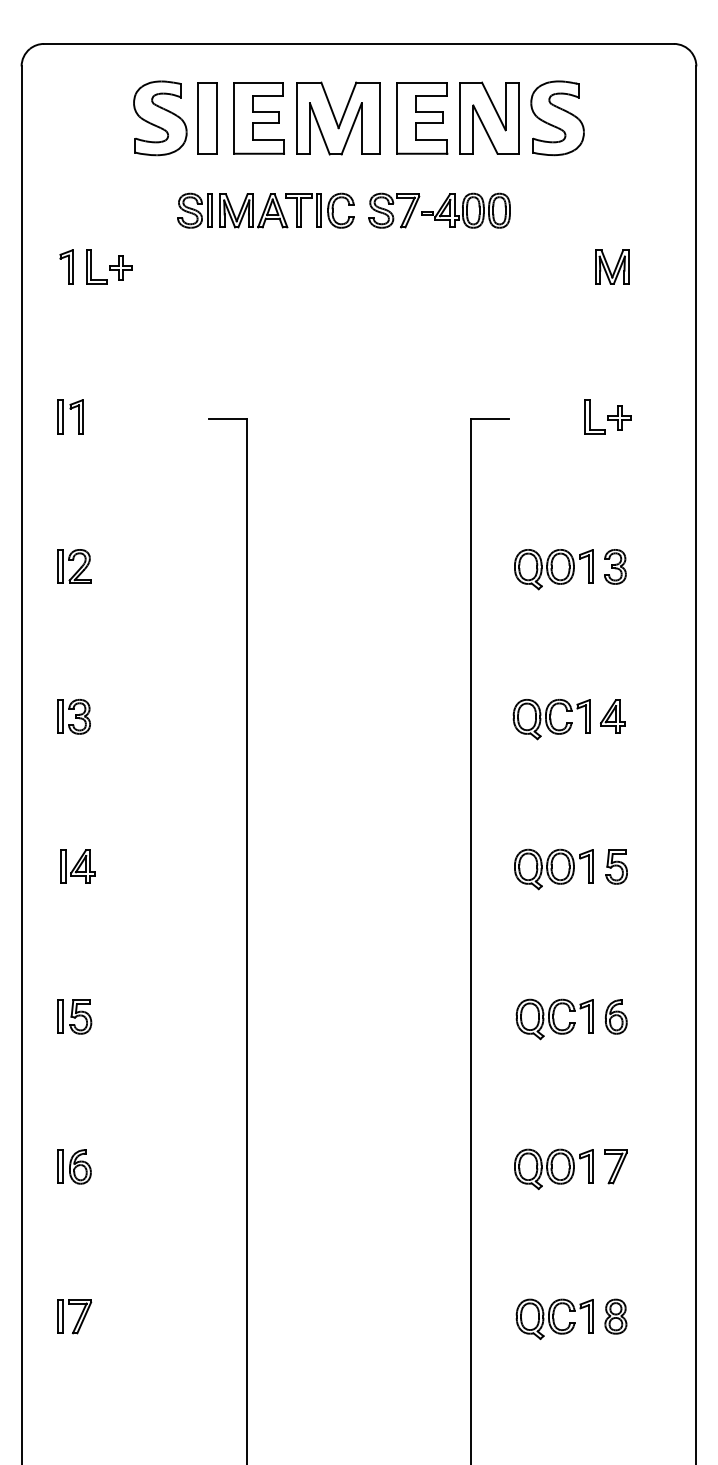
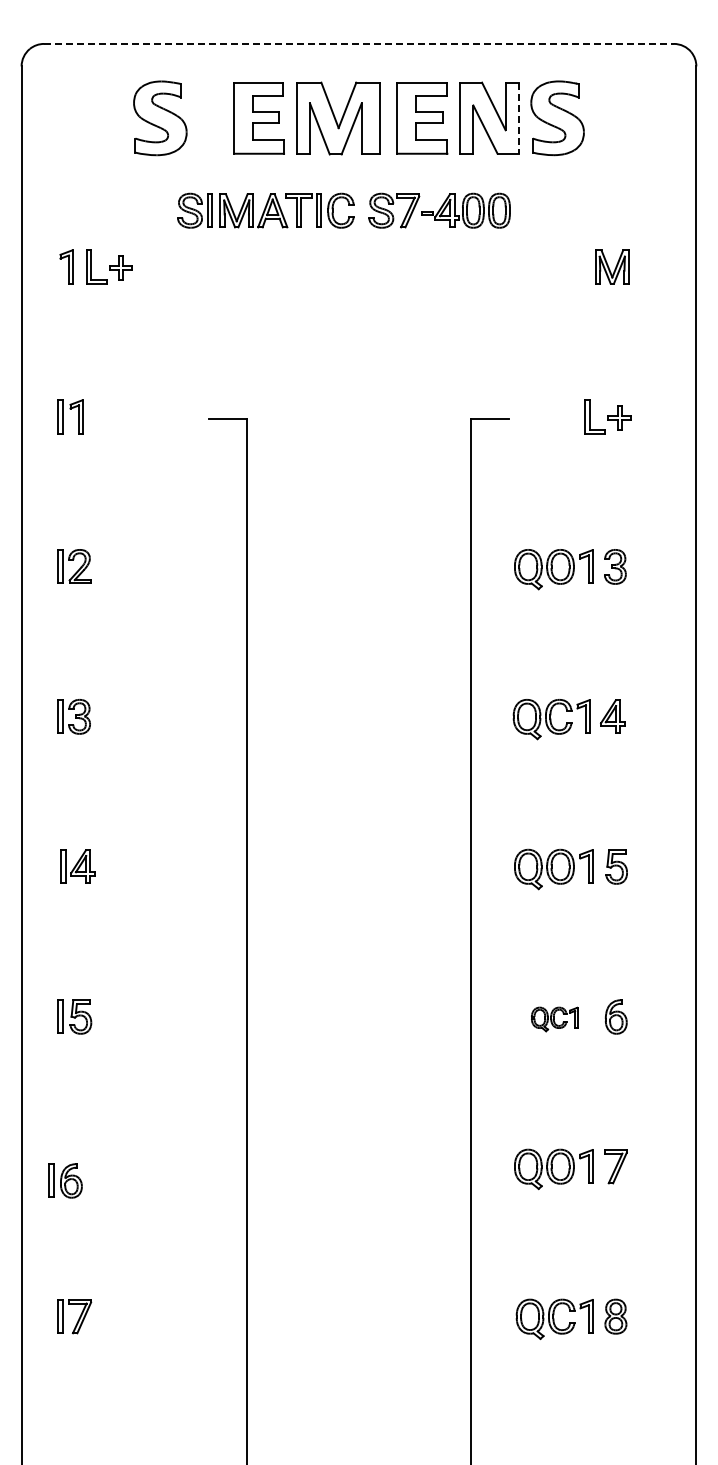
line at (359, 43): solid -> dashed
part at (207, 118): present -> none
line at (519, 118): solid -> dashed
part at (554, 1019) size: 79x43 px -> 48x27 px
part at (74, 1166) position: (74, 1166) -> (65, 1180)
